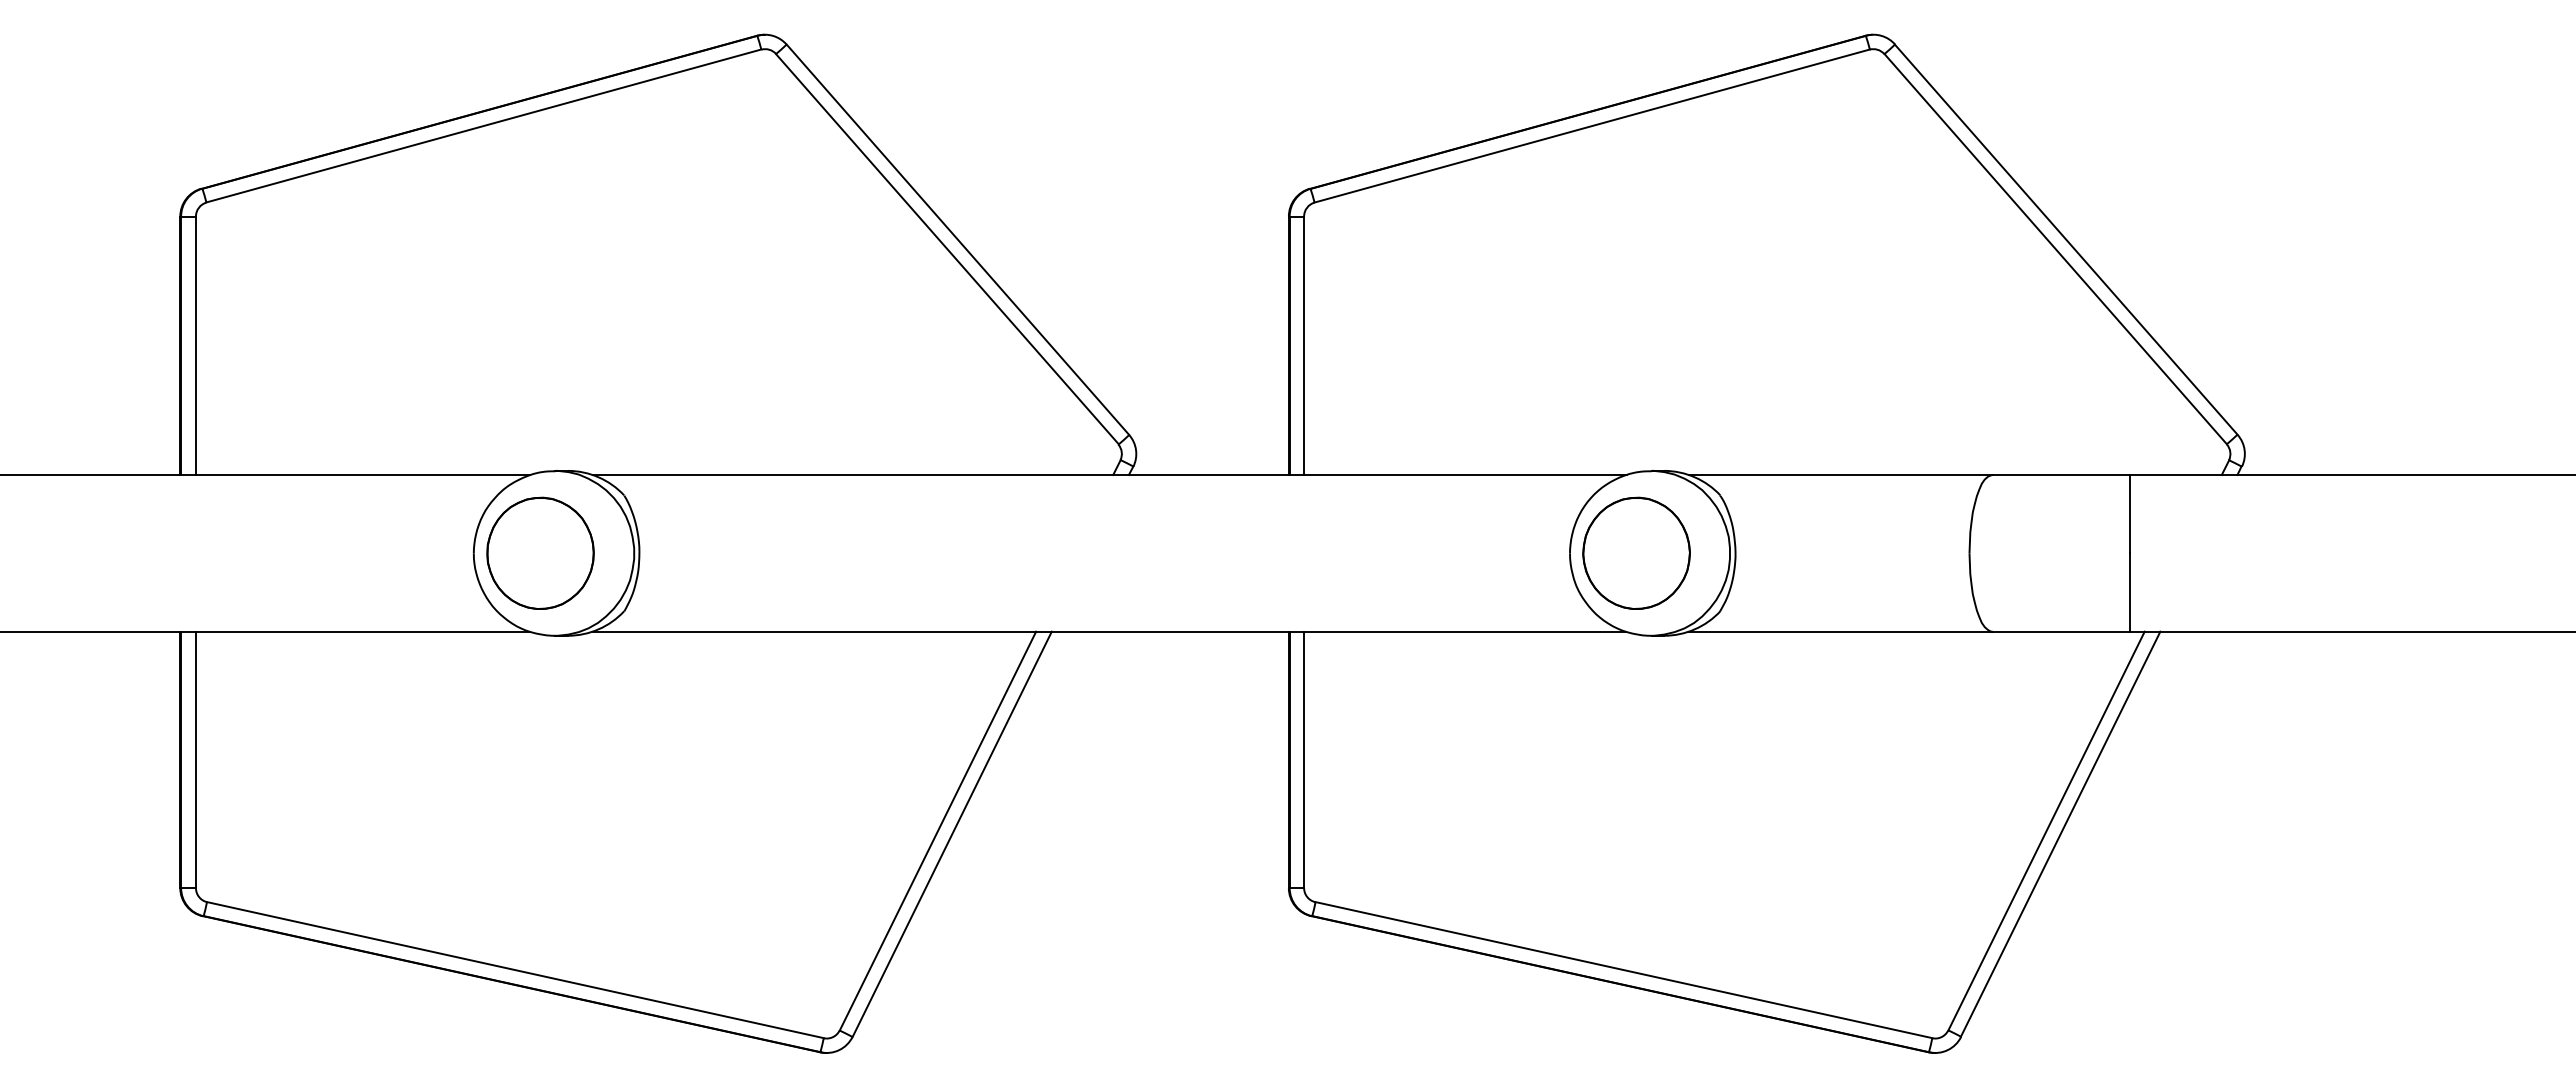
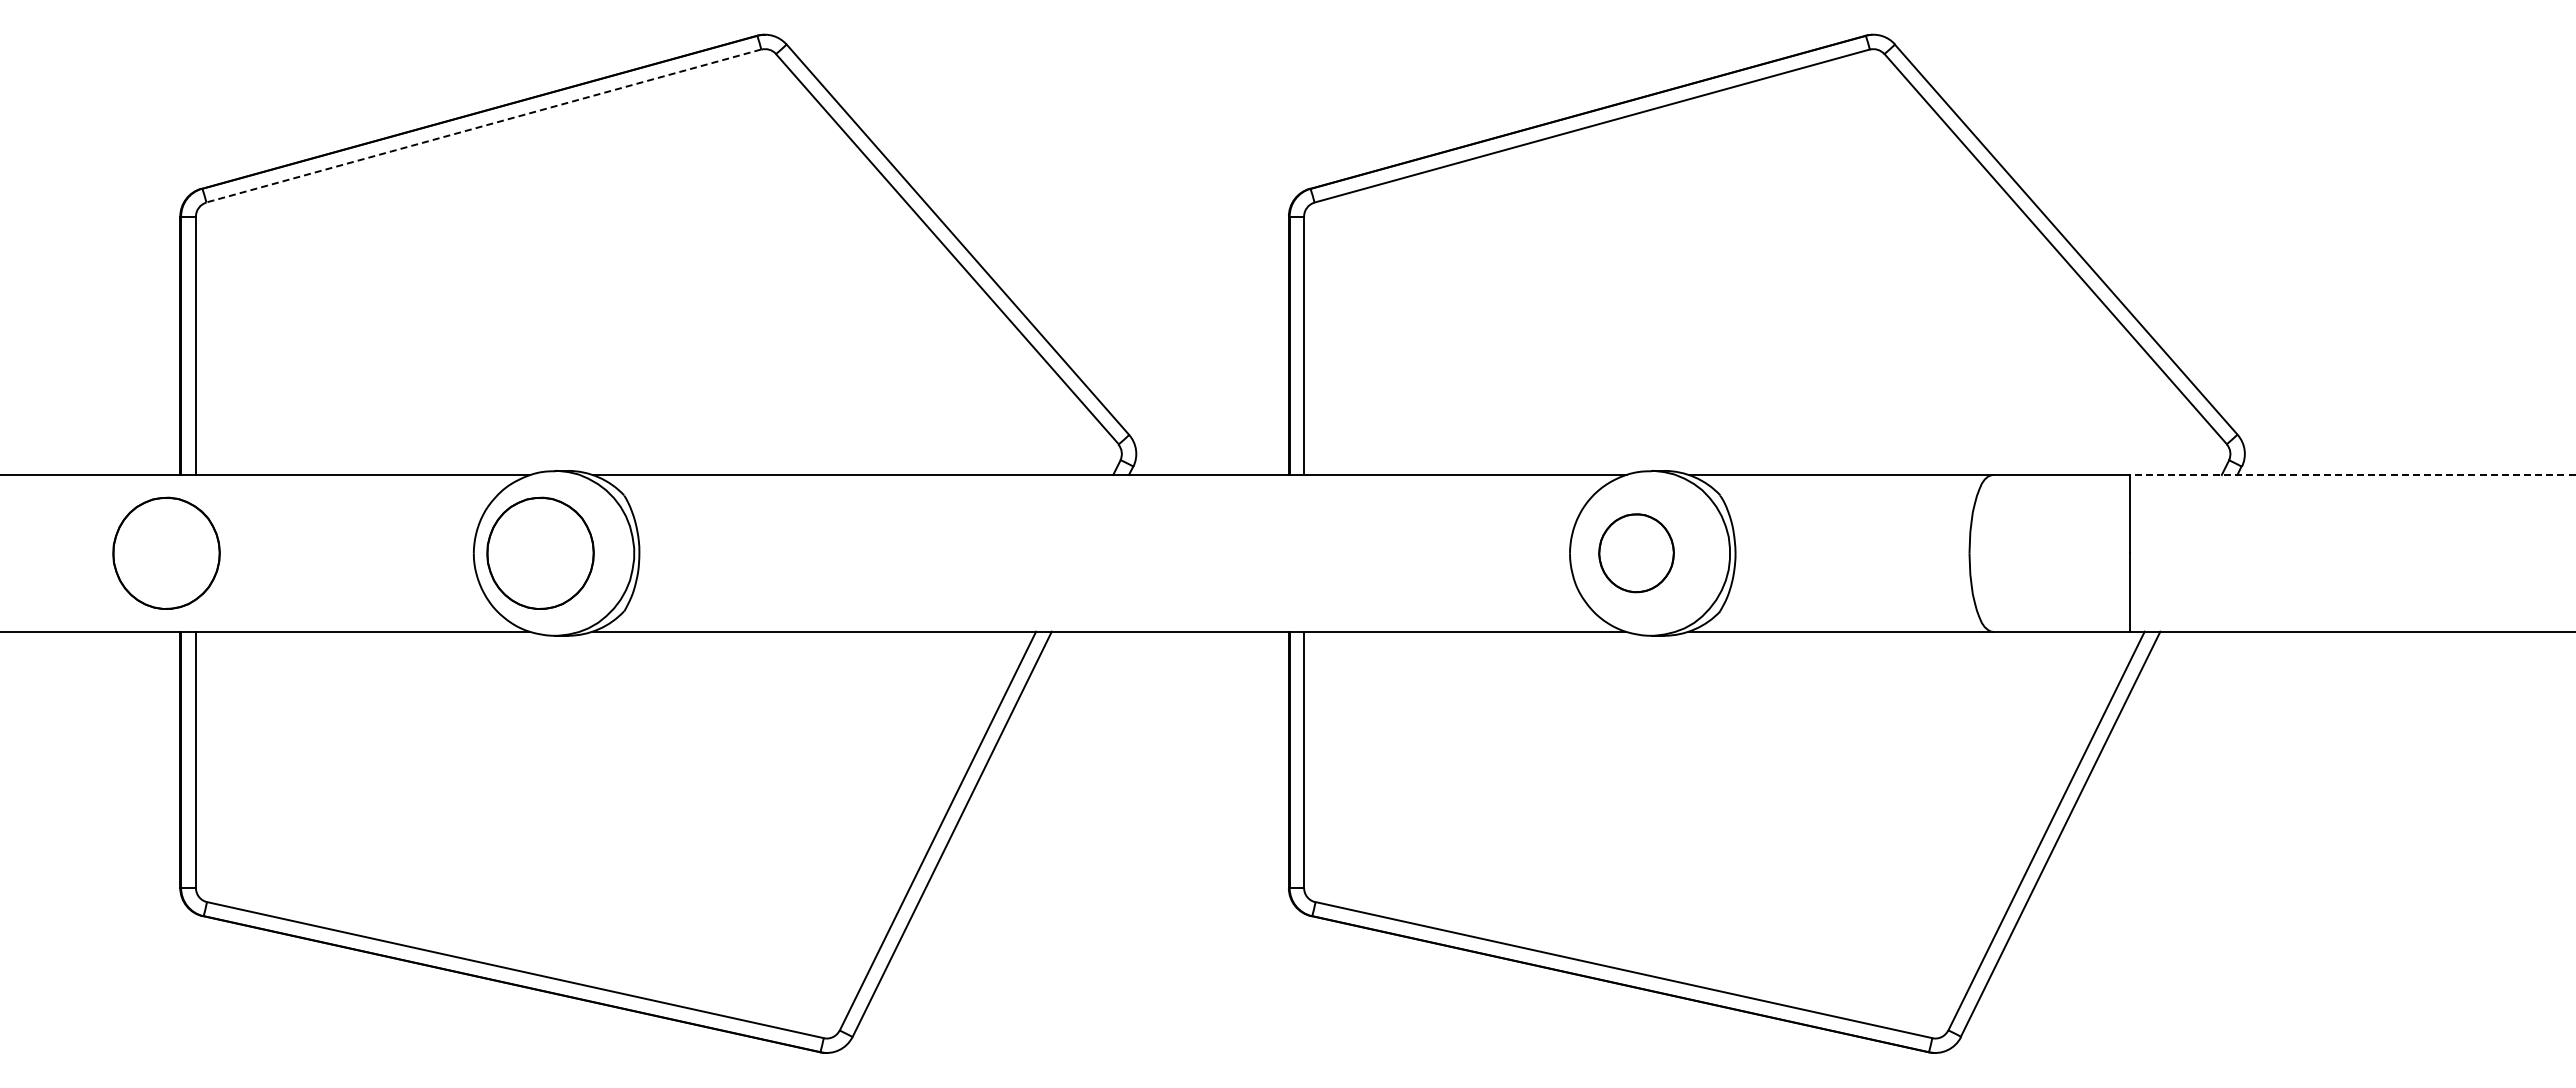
line at (483, 126): solid -> dashed
line at (2352, 475): solid -> dashed
part at (166, 552): none -> present
part at (1636, 552) size: 109x114 px -> 77x81 px
